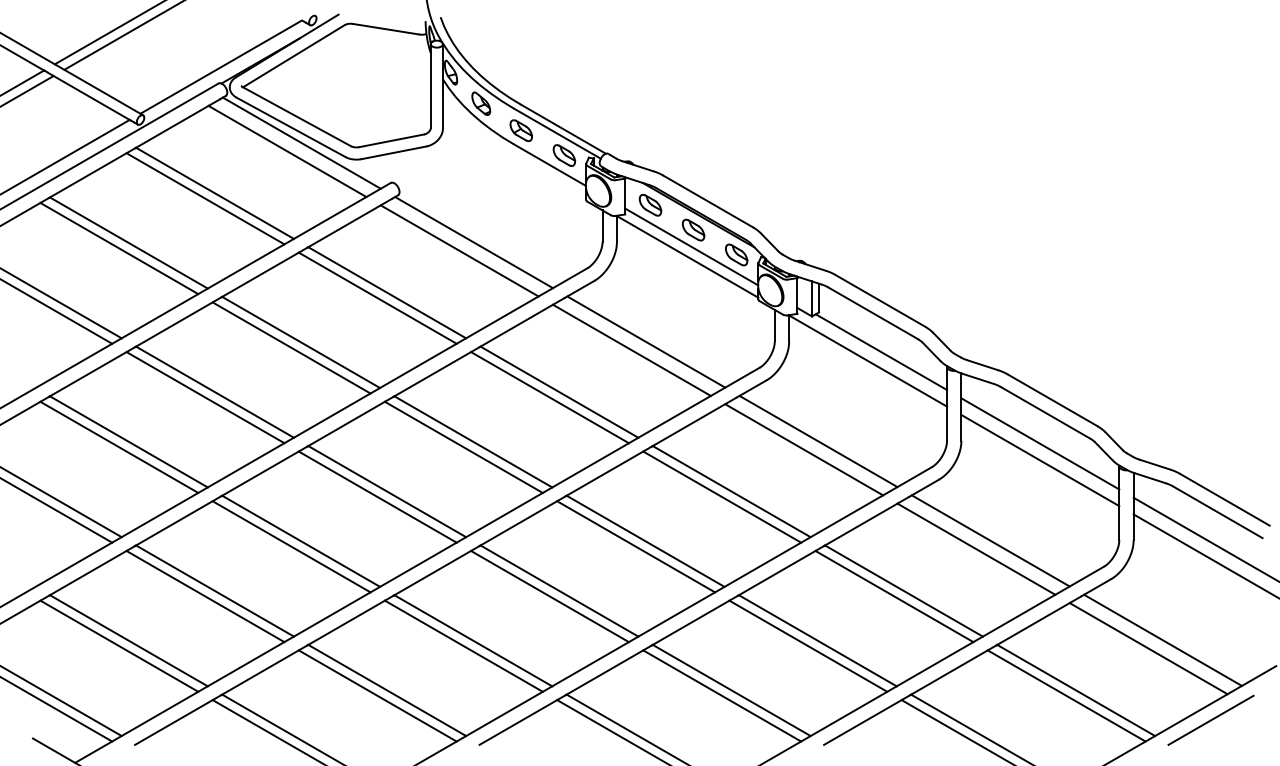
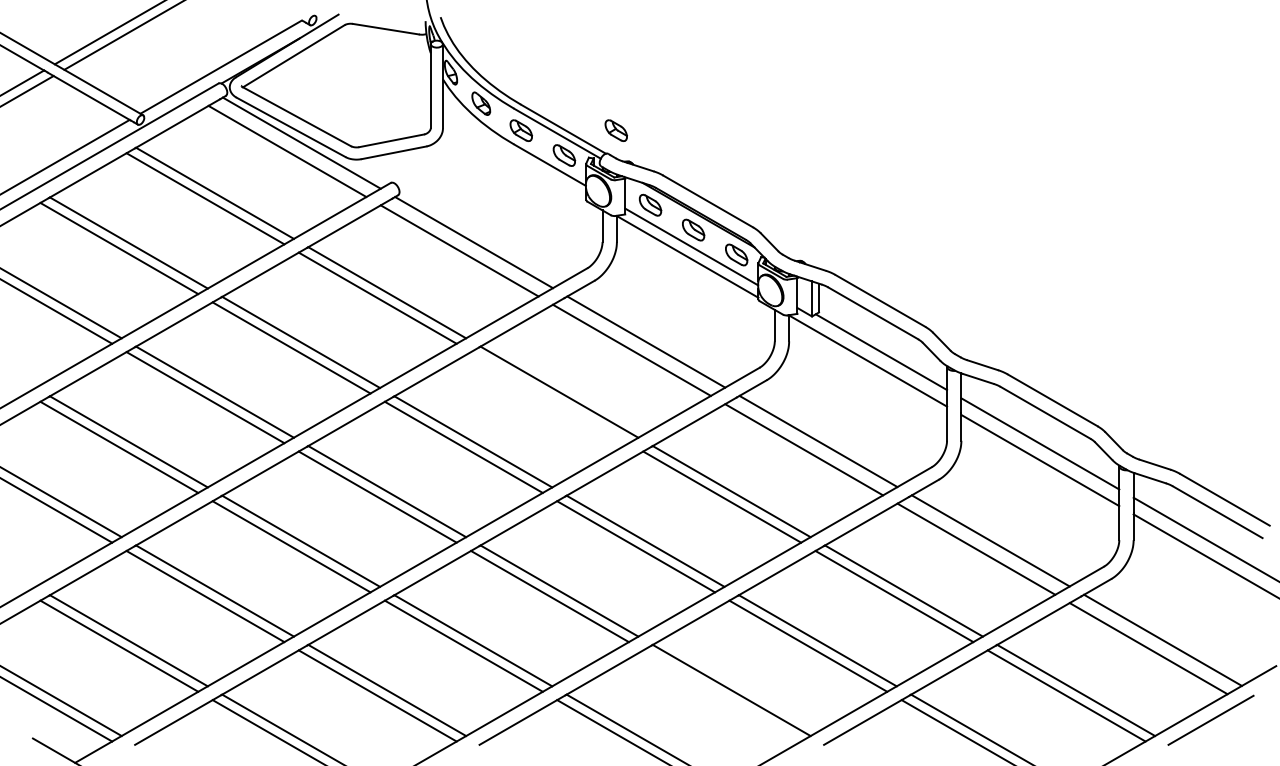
part at (615, 130): none -> present
line at (549, 397): present -> none
line at (722, 695): present -> none
